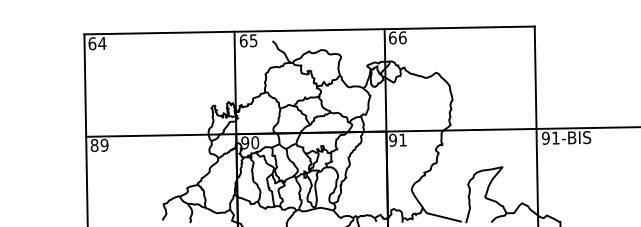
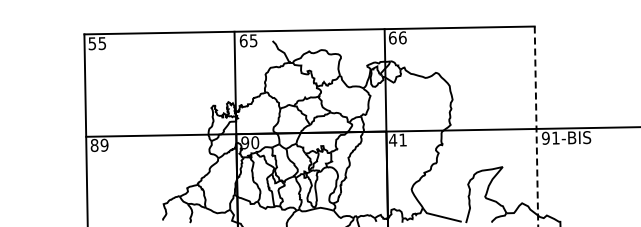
text at (97, 43): 64 -> 55
line at (536, 126): solid -> dashed
text at (393, 139): 91 -> 41
